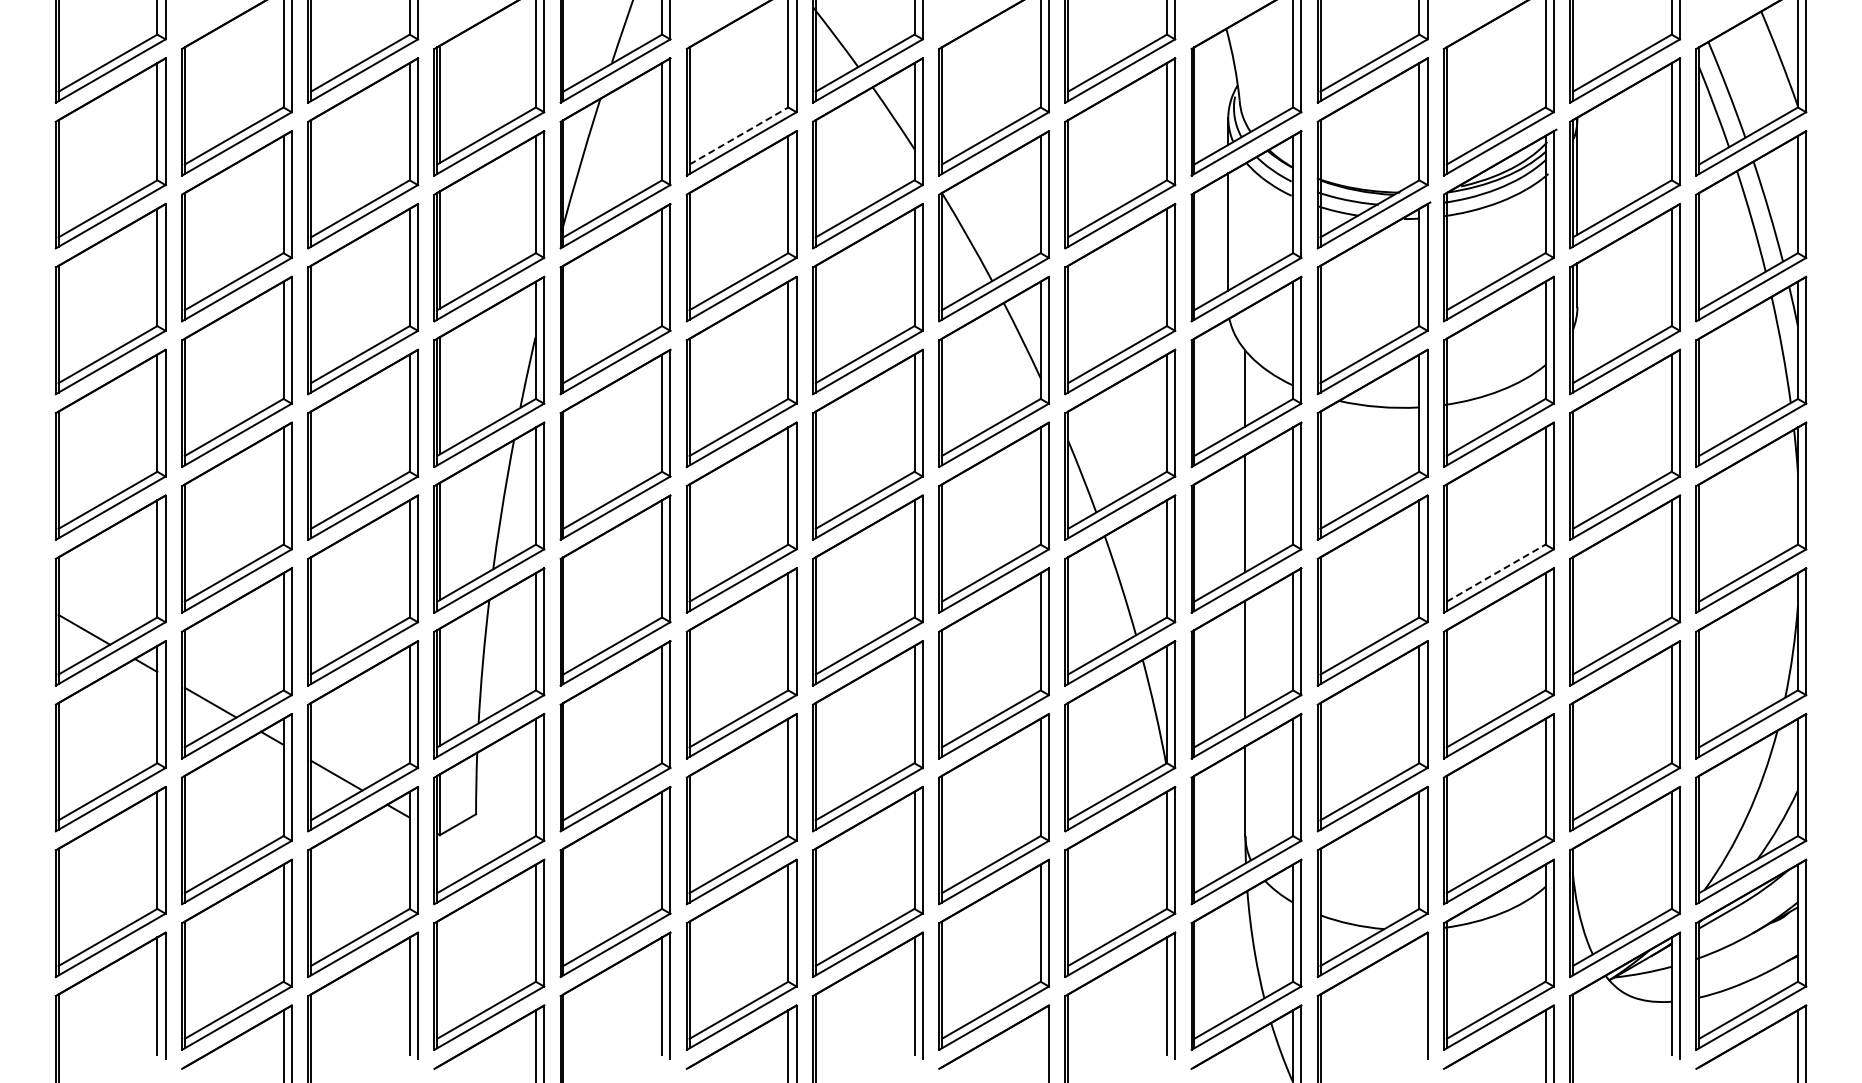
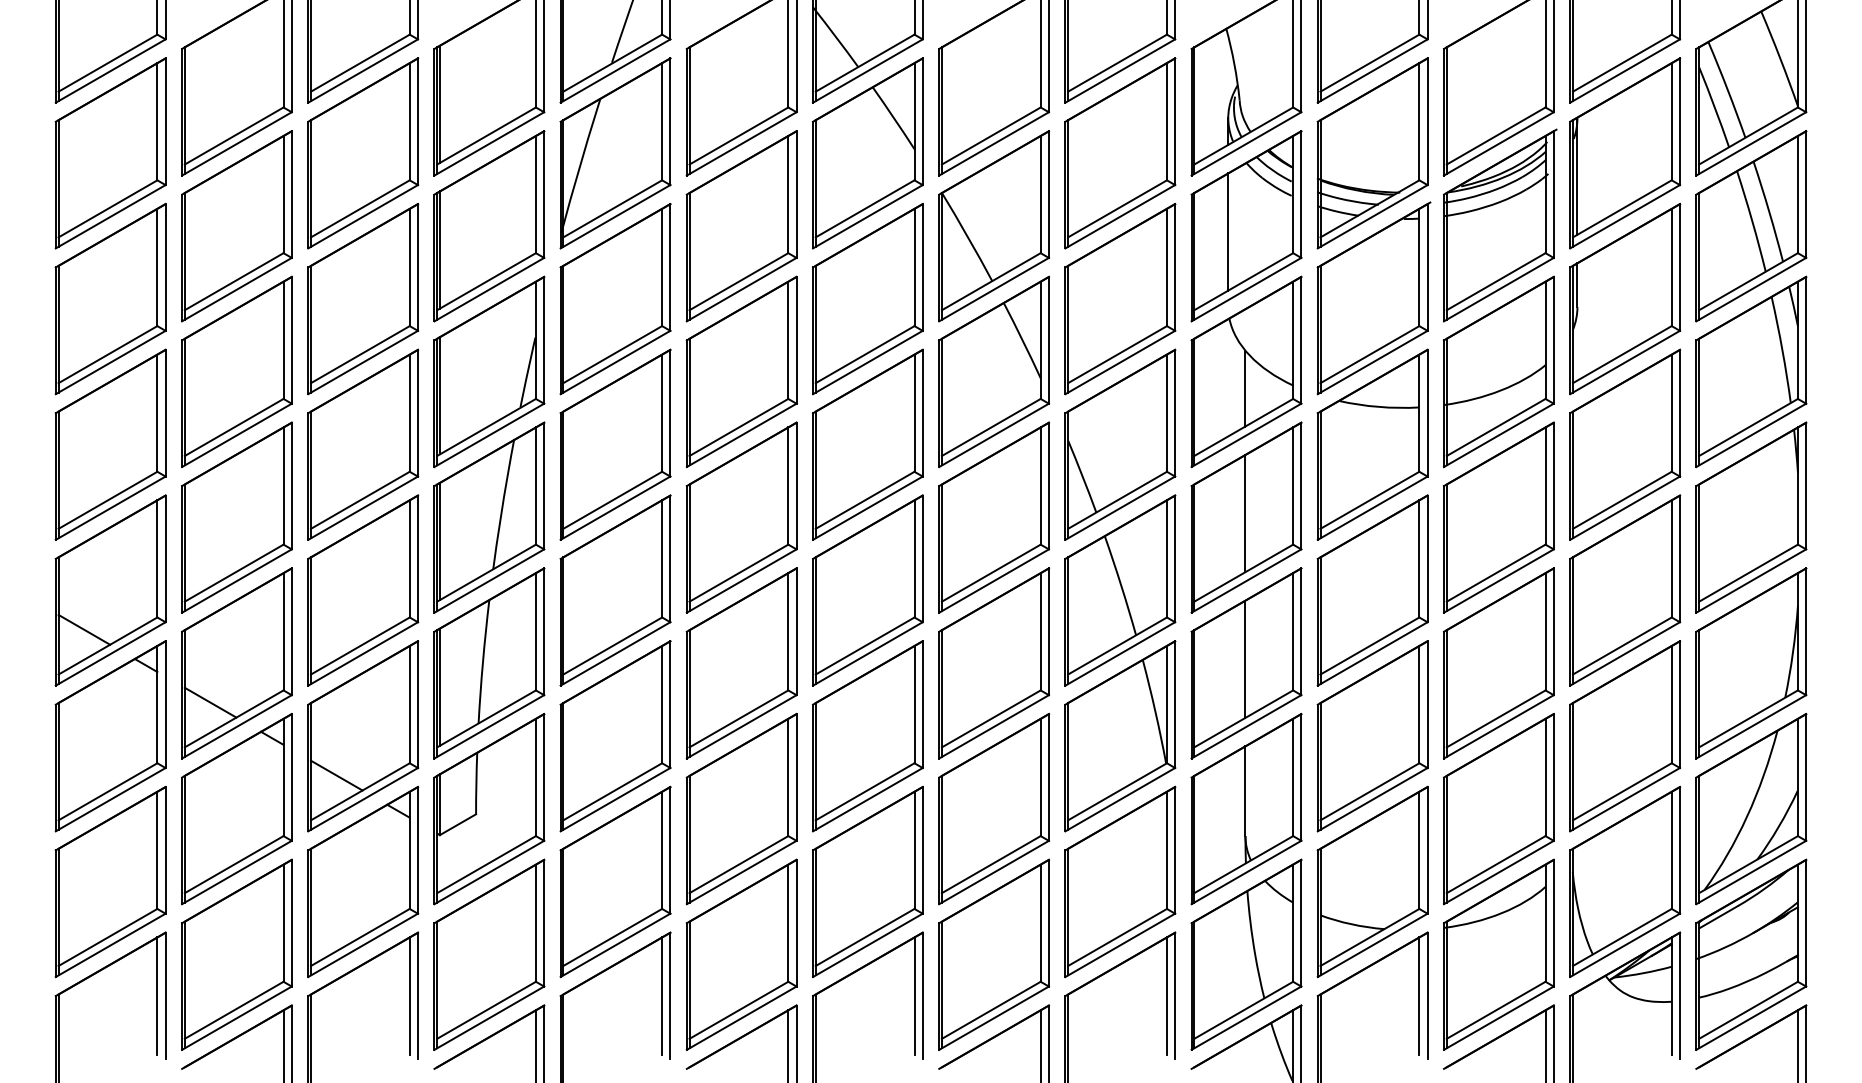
line at (739, 135): dashed -> solid
line at (1496, 572): dashed -> solid
line at (1419, 995): none -> present
line at (1040, 1044): none -> present
